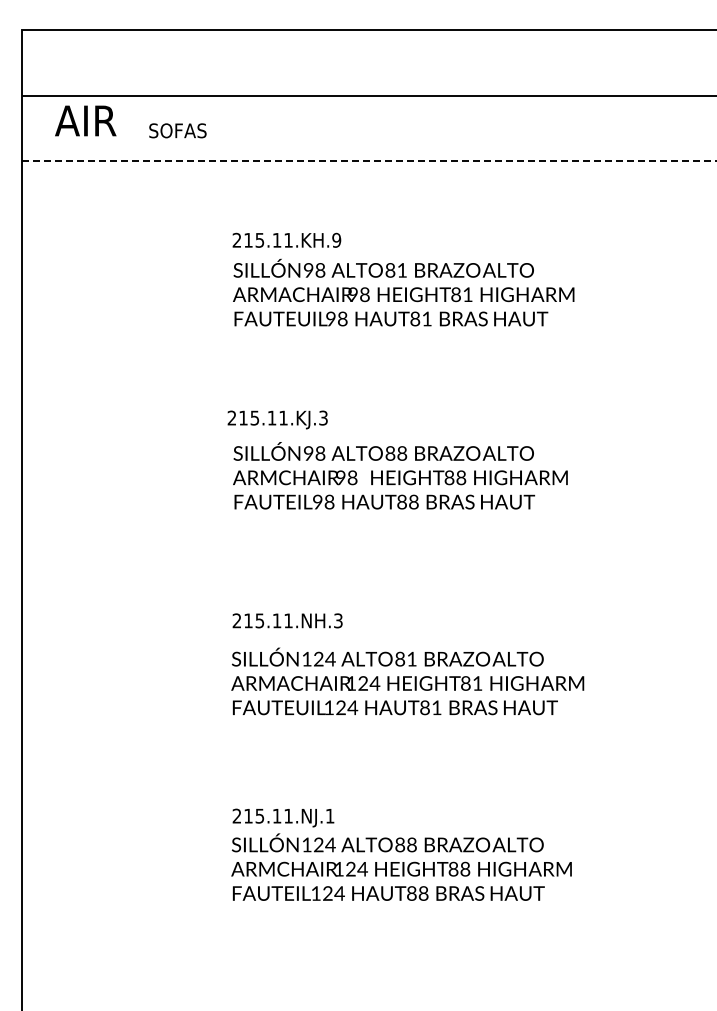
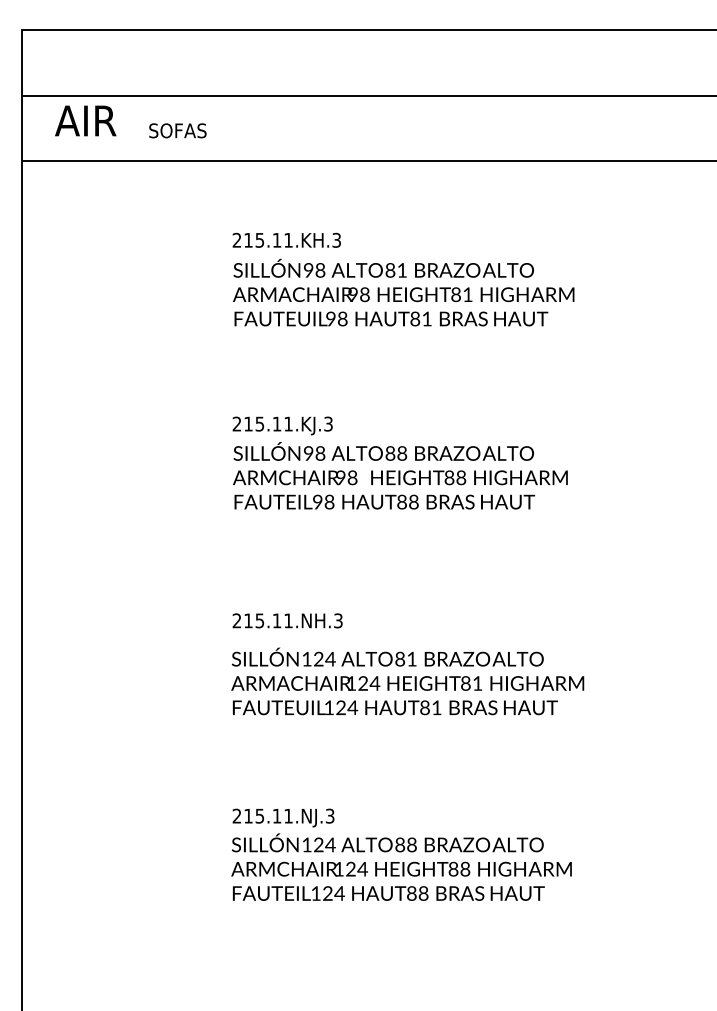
line at (369, 161): dashed -> solid
text at (336, 240): 215.11.KH.9 -> 215.11.KH.3
text at (277, 419) position: (277, 419) -> (282, 425)
text at (329, 815): 215.11.NJ.1 -> 215.11.NJ.3
